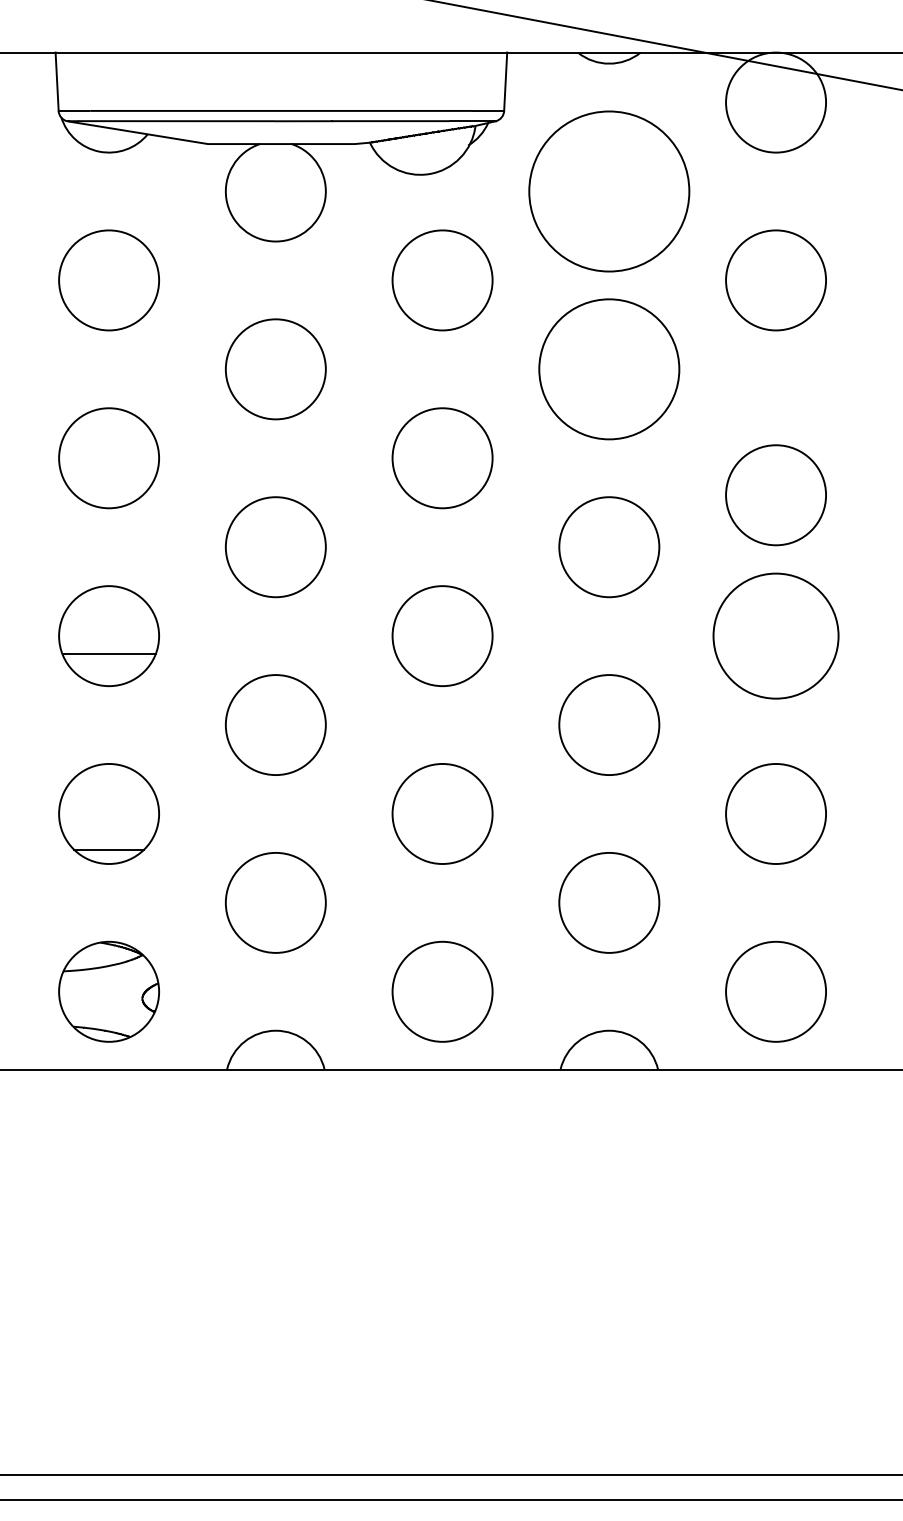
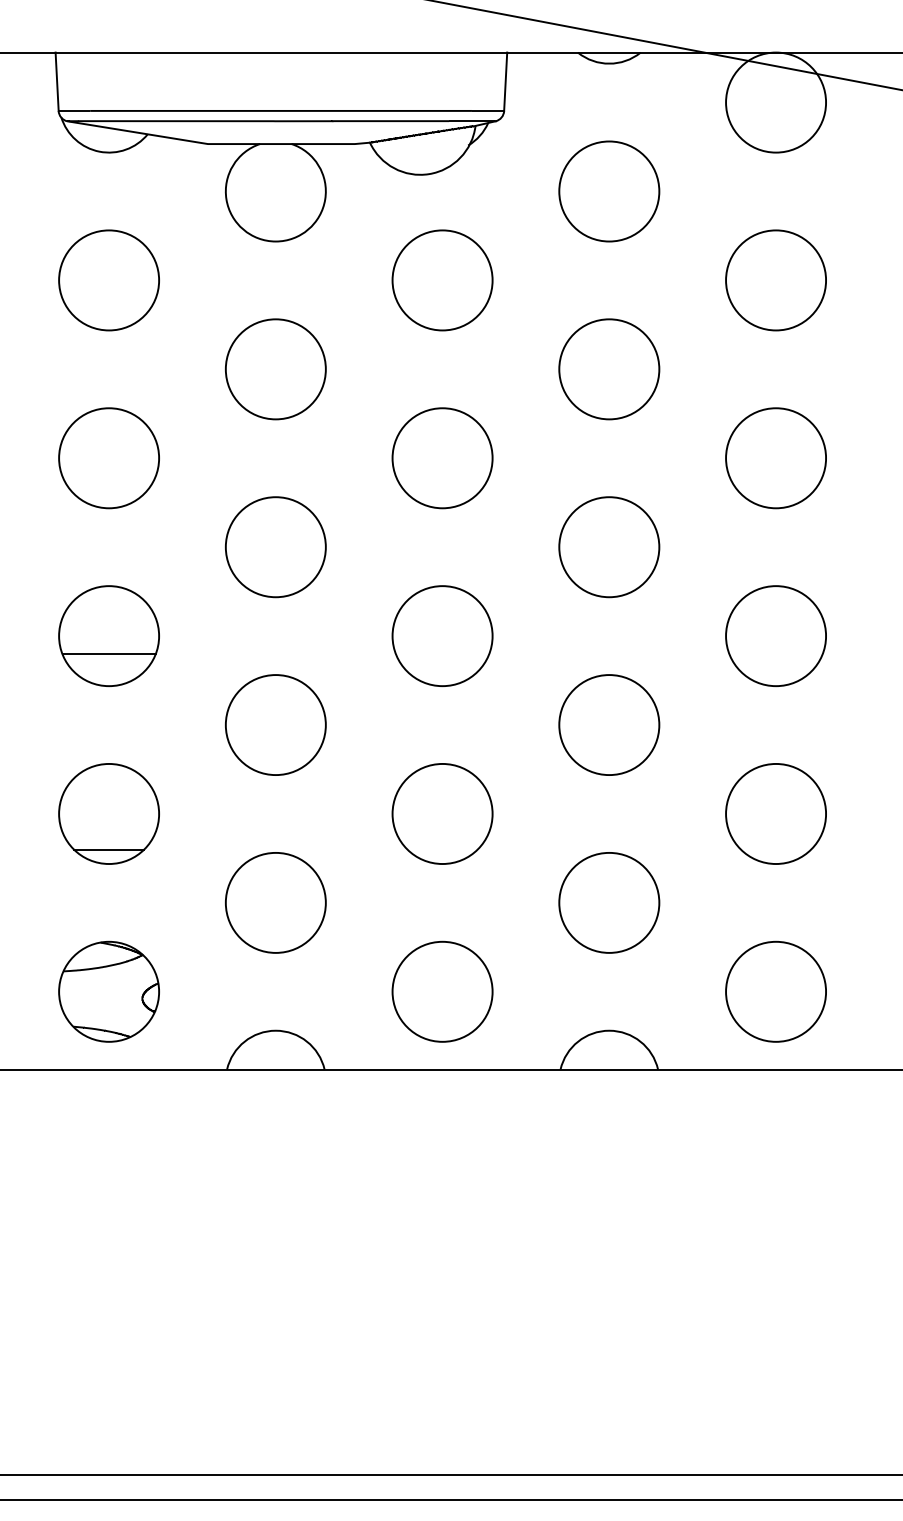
circle at (609, 191) diameter: 160 px -> 100 px
circle at (609, 369) diameter: 140 px -> 100 px
circle at (775, 495) position: (775, 495) -> (775, 458)
circle at (775, 635) diameter: 125 px -> 100 px
